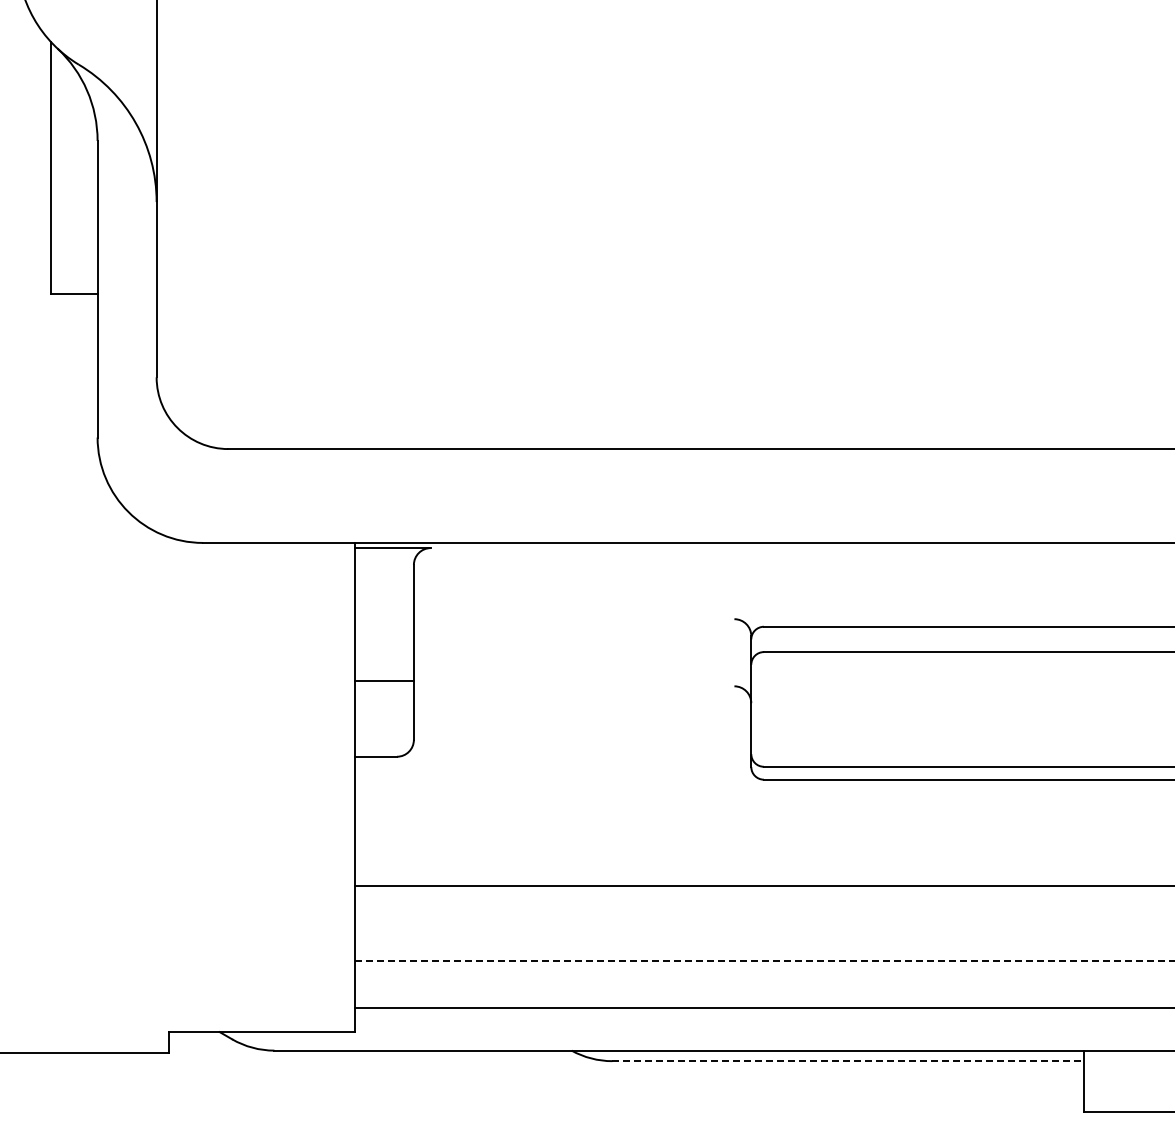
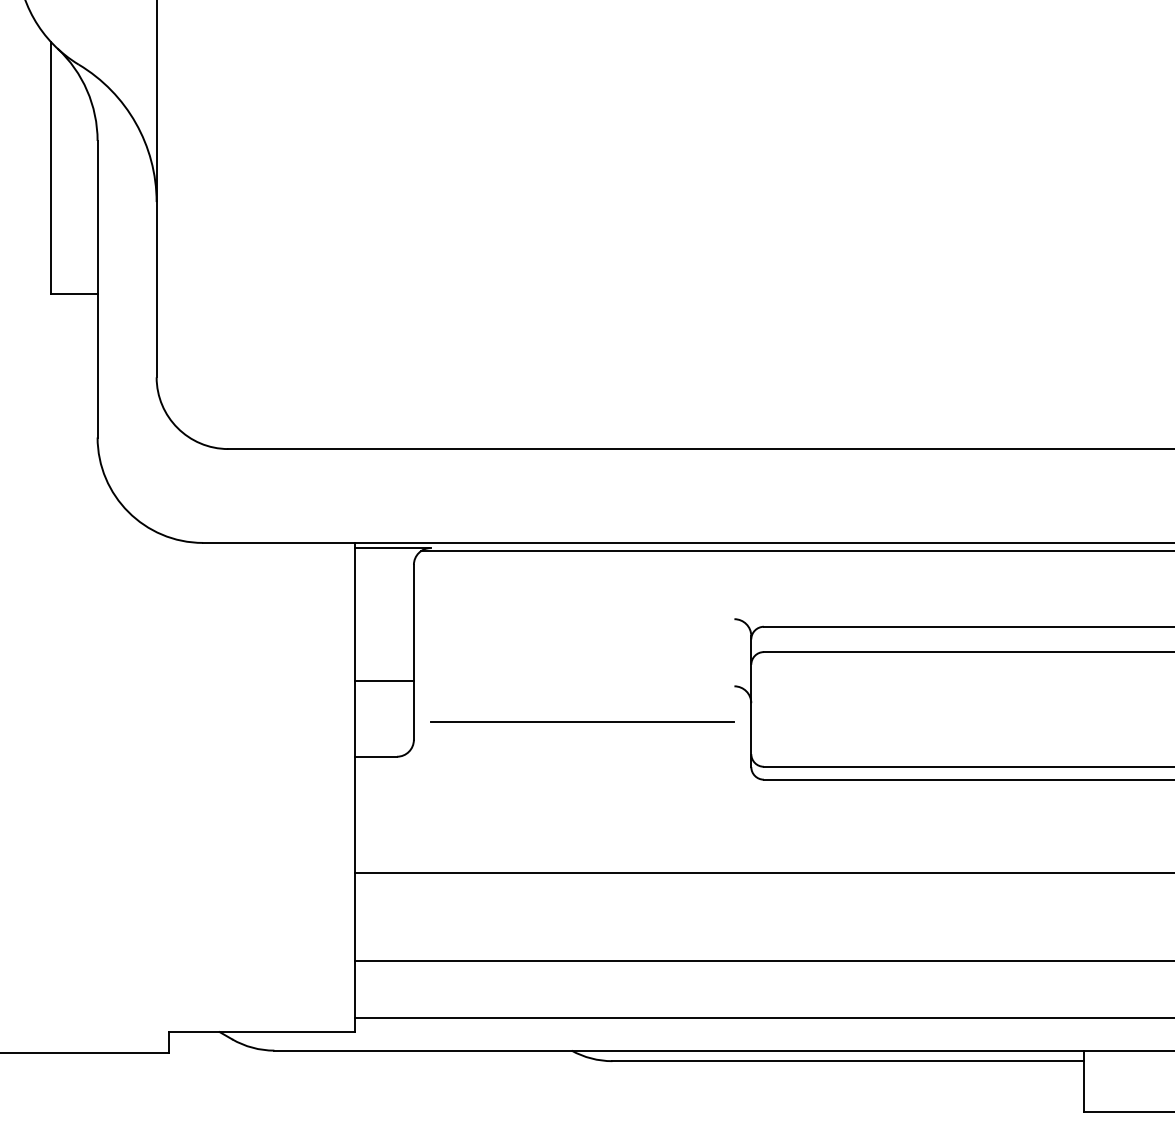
line at (795, 551): none -> present
line at (582, 721): none -> present
line at (762, 886) position: (762, 886) -> (762, 873)
line at (764, 960): dashed -> solid
line at (762, 1007) position: (762, 1007) -> (762, 1017)
line at (848, 1061): dashed -> solid
